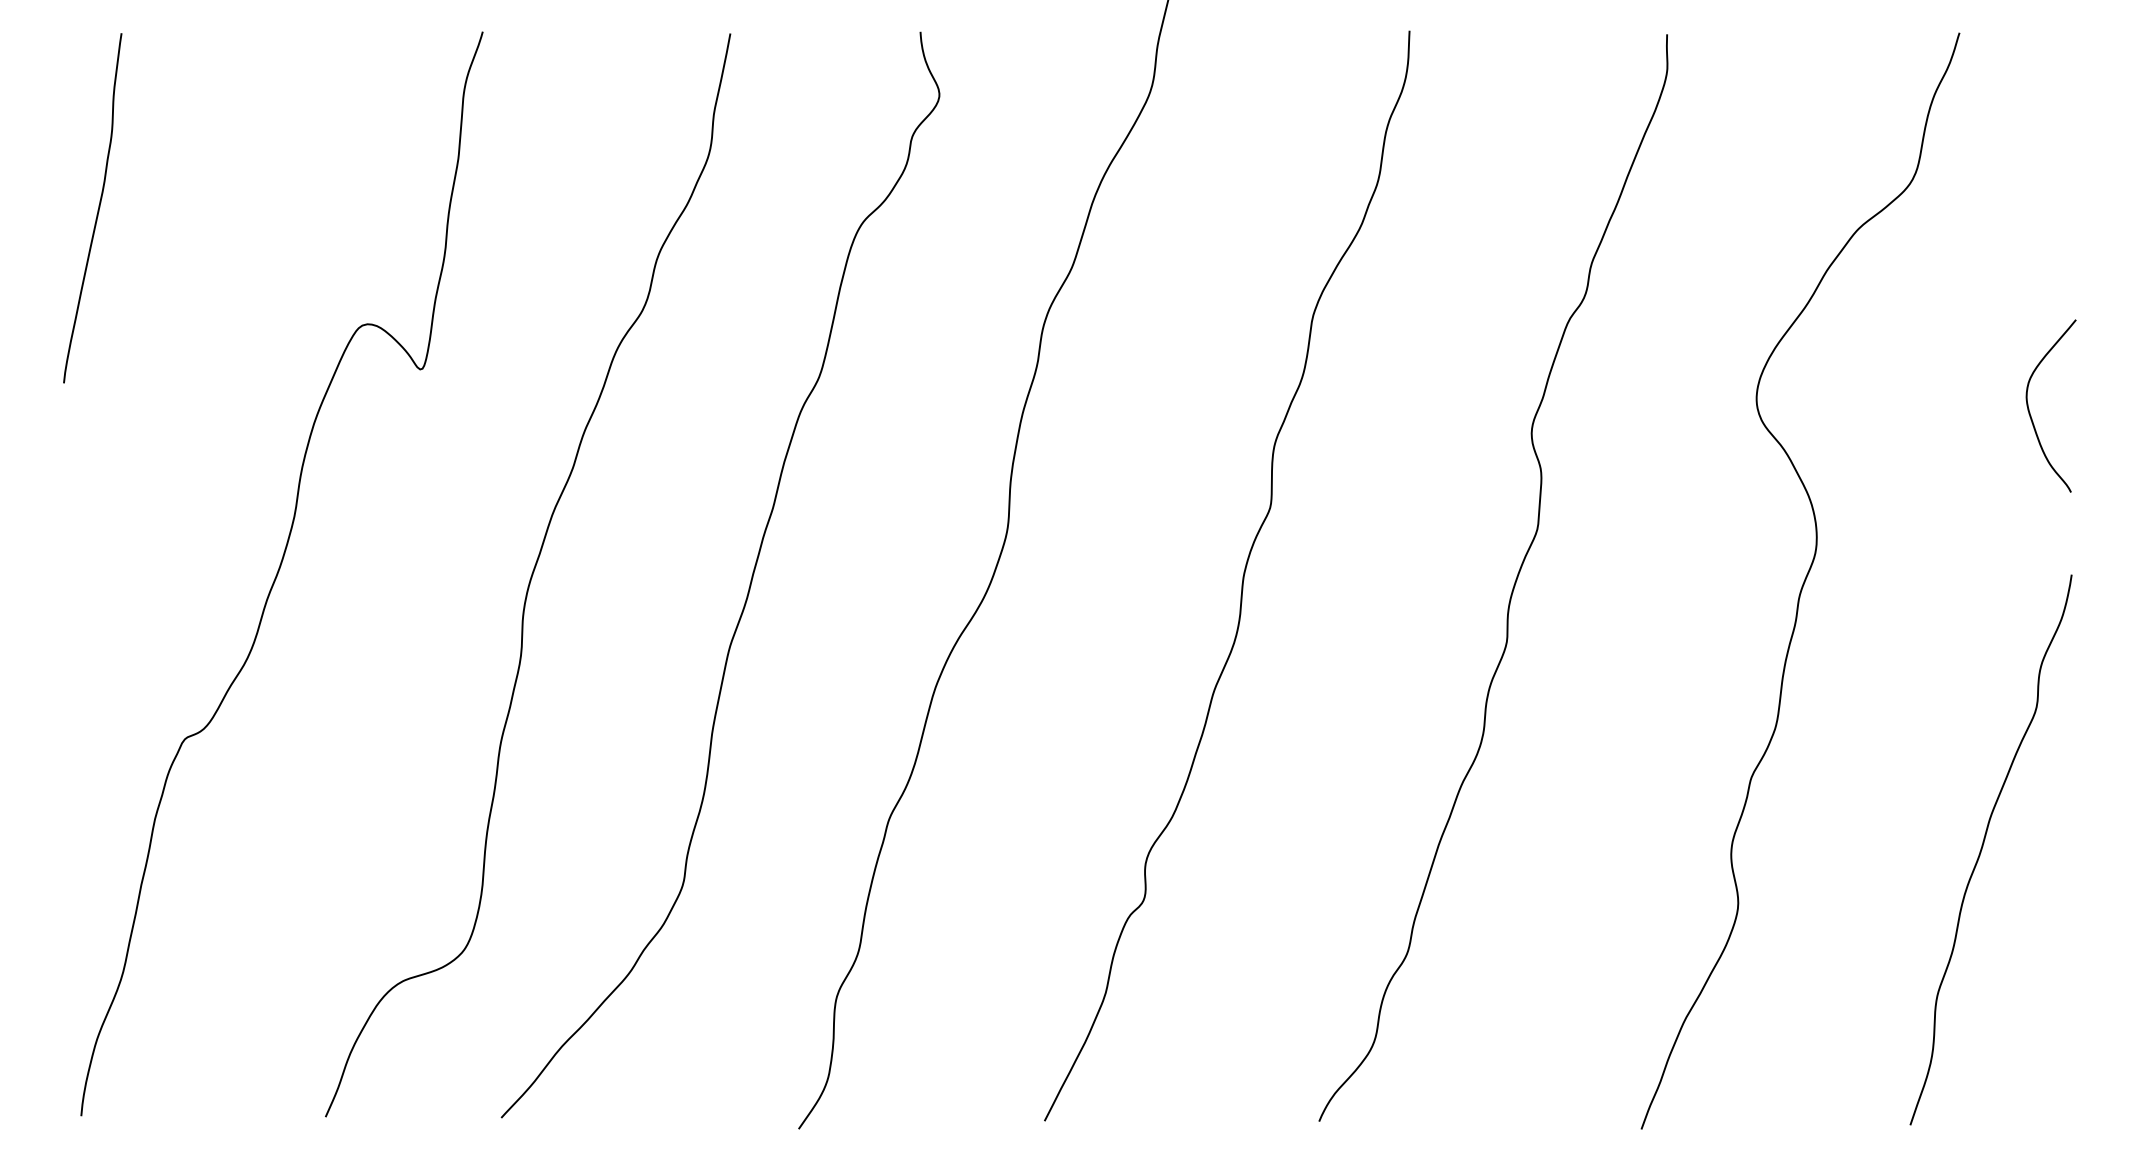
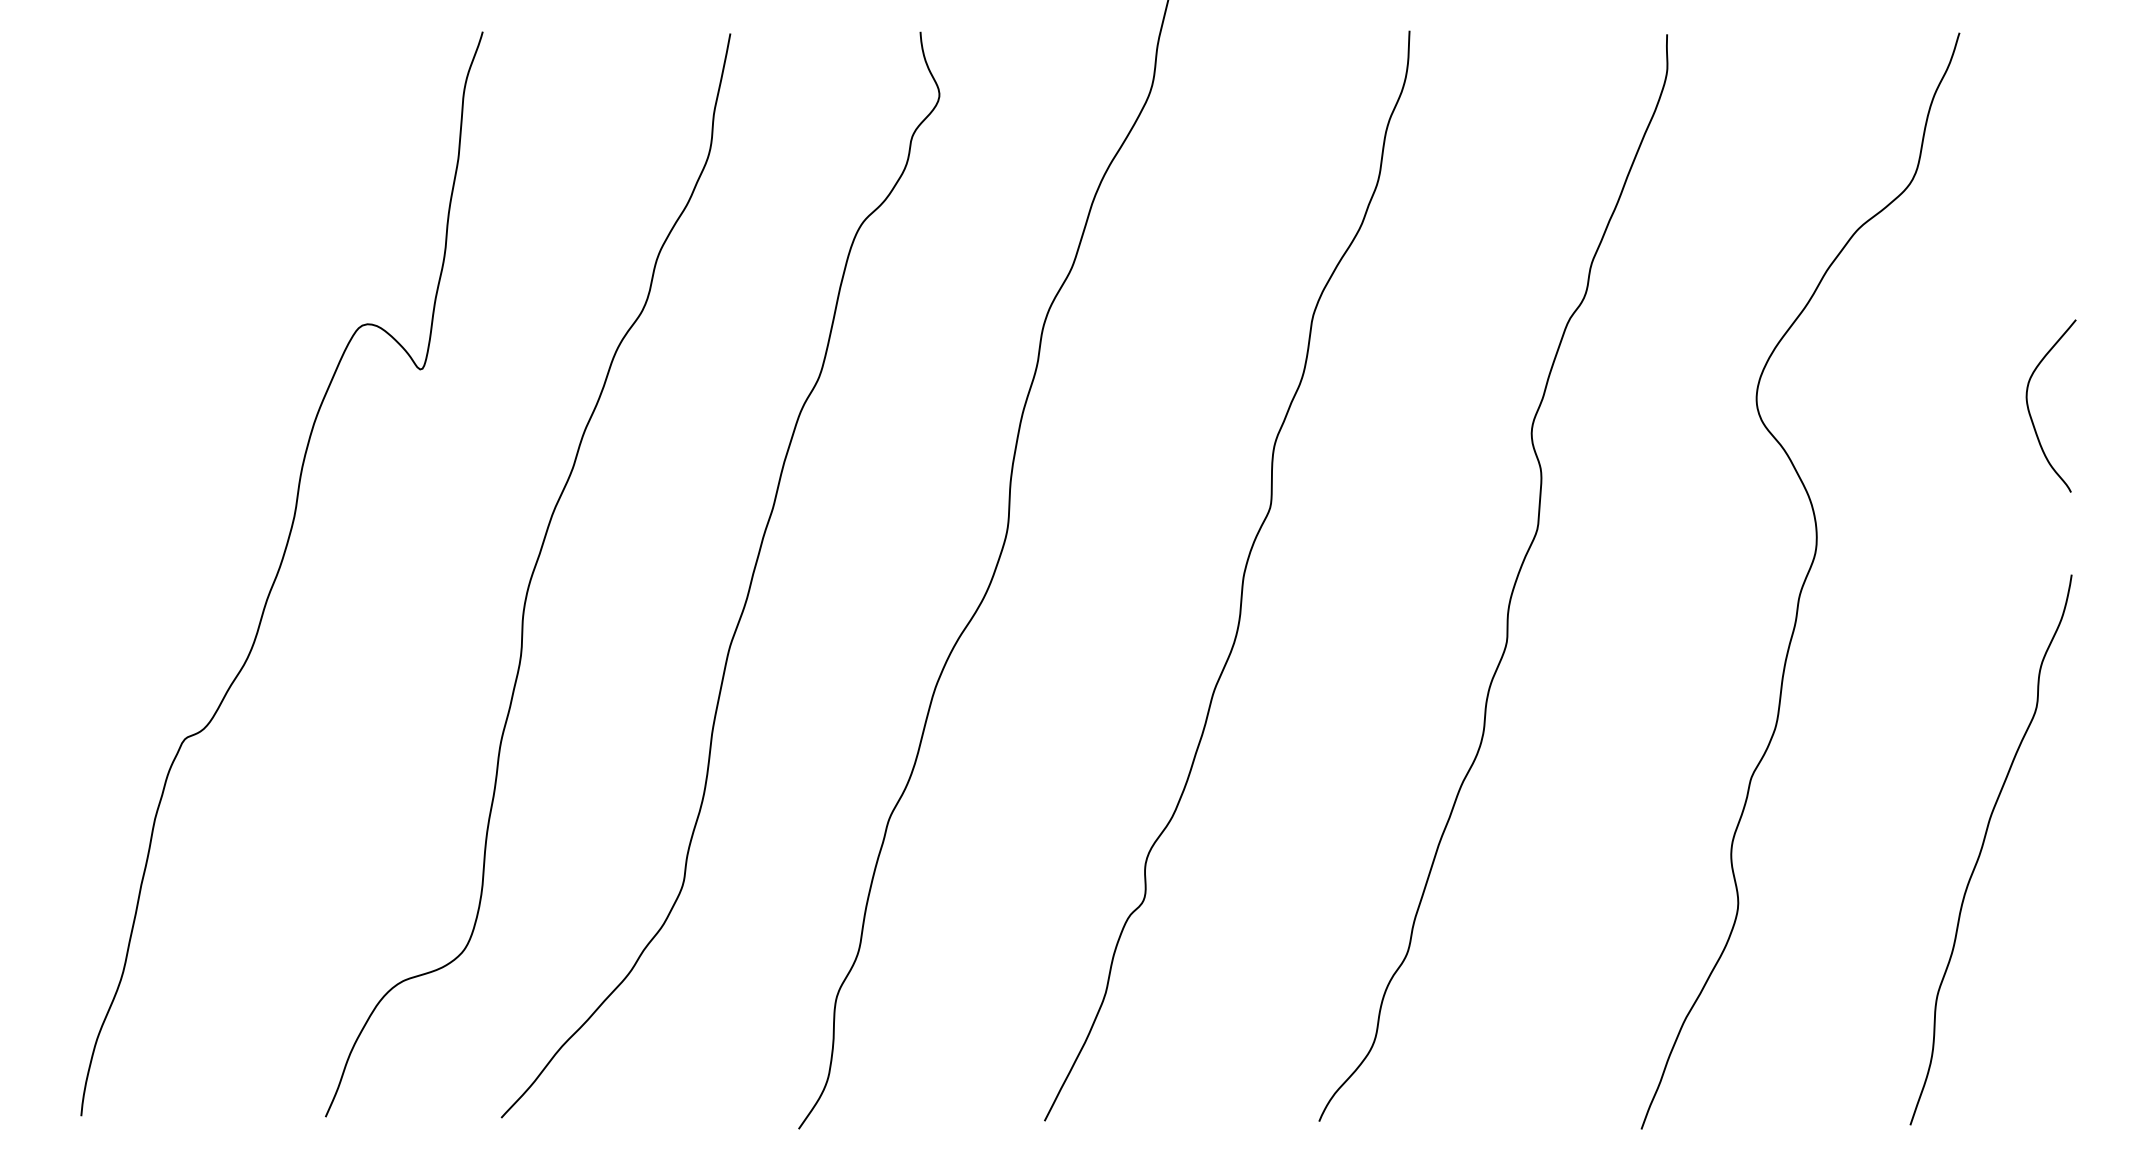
curve at (97, 209): present -> none
